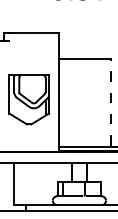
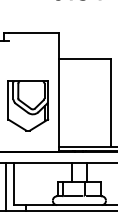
part at (29, 99) position: (29, 99) -> (28, 105)
line at (111, 102): dashed -> solid
line at (6, 186): none -> present
